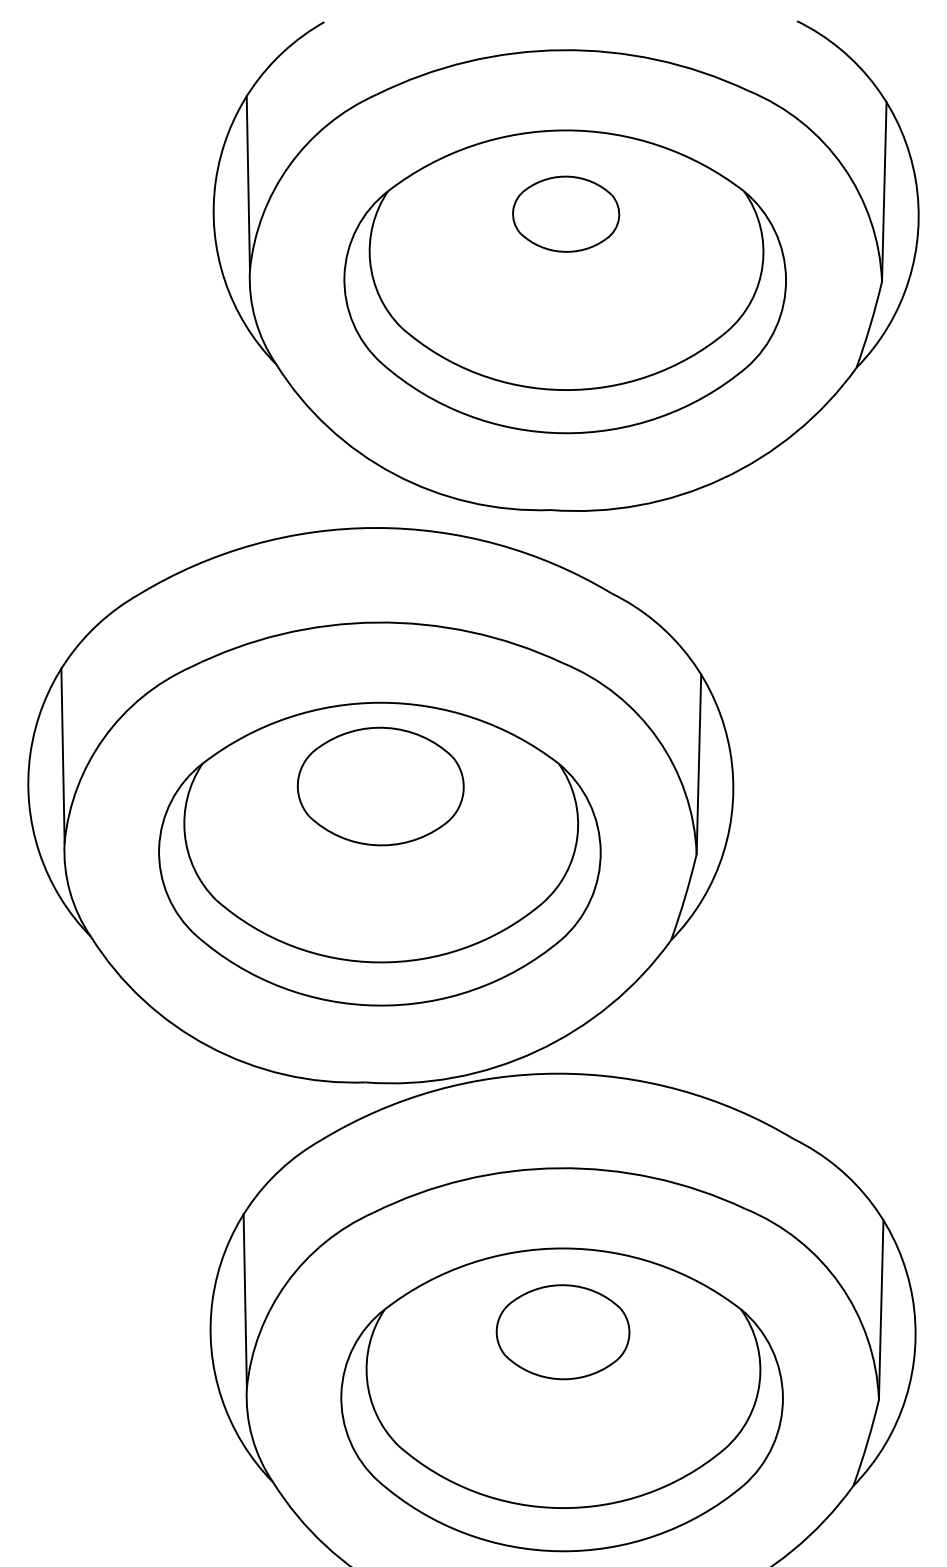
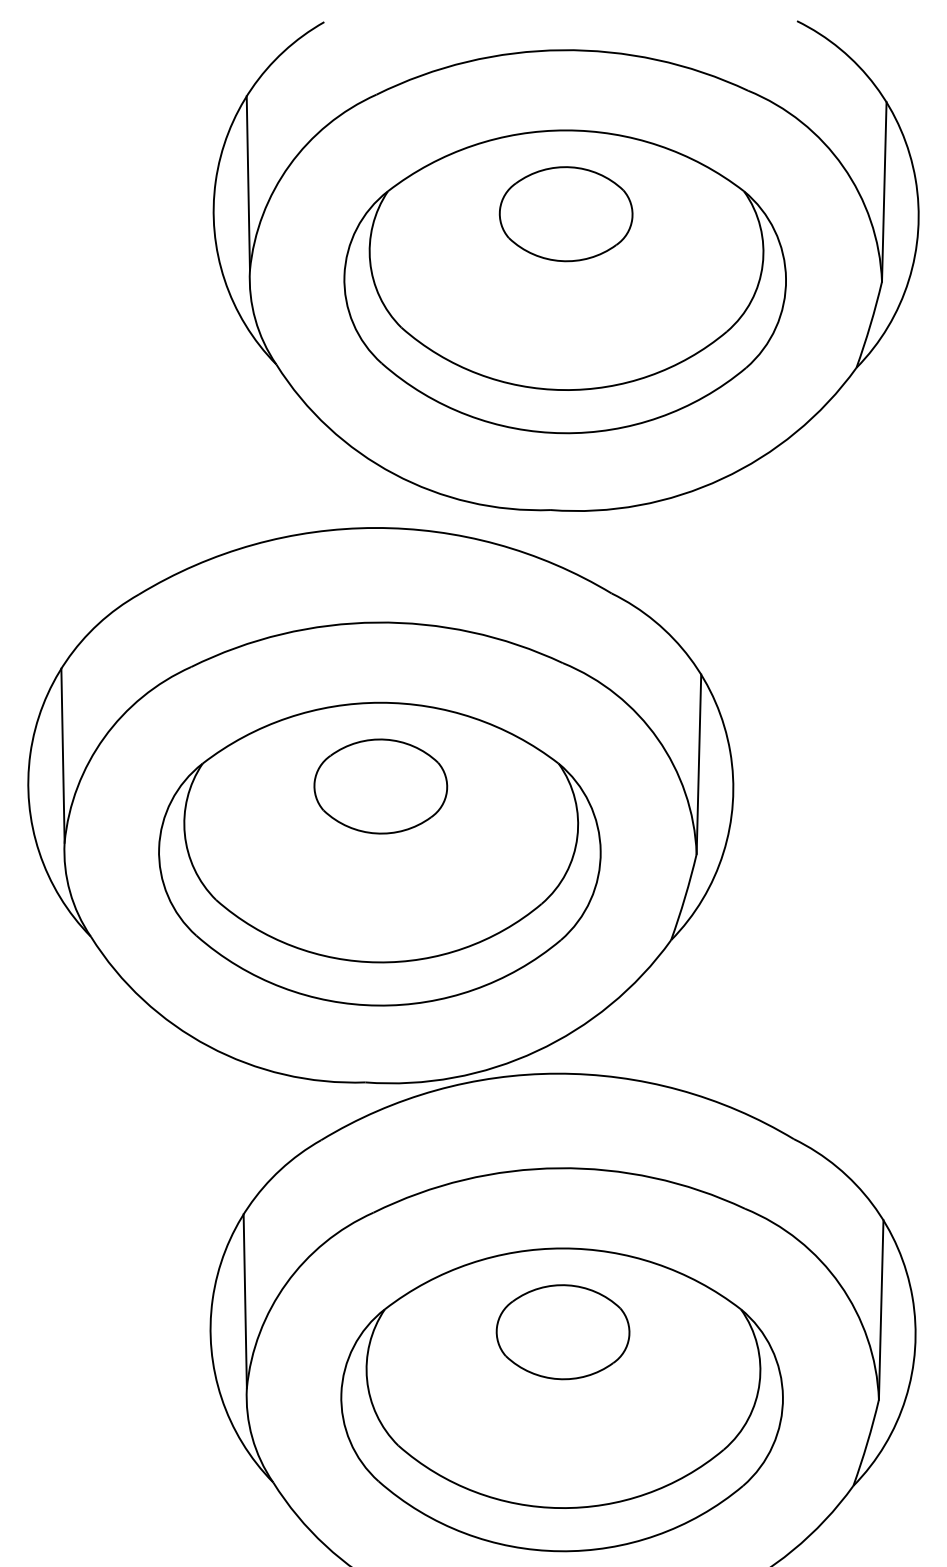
part at (566, 213) size: 109x78 px -> 136x97 px
part at (380, 786) size: 169x121 px -> 136x97 px
